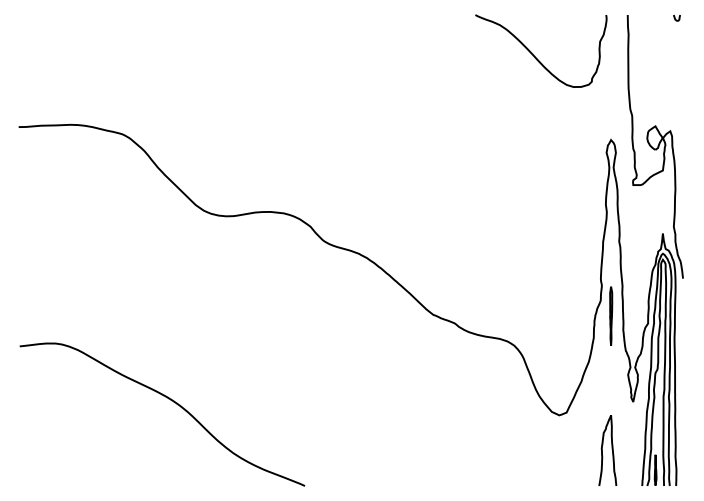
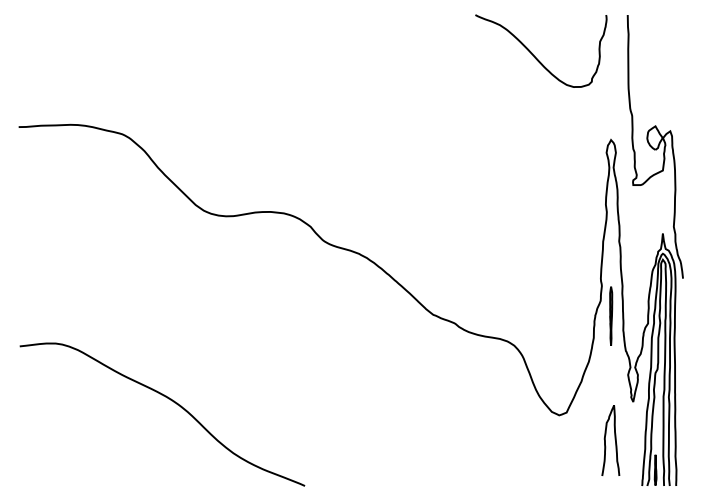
curve at (675, 18): present -> none
curve at (611, 449) position: (611, 449) -> (614, 439)
